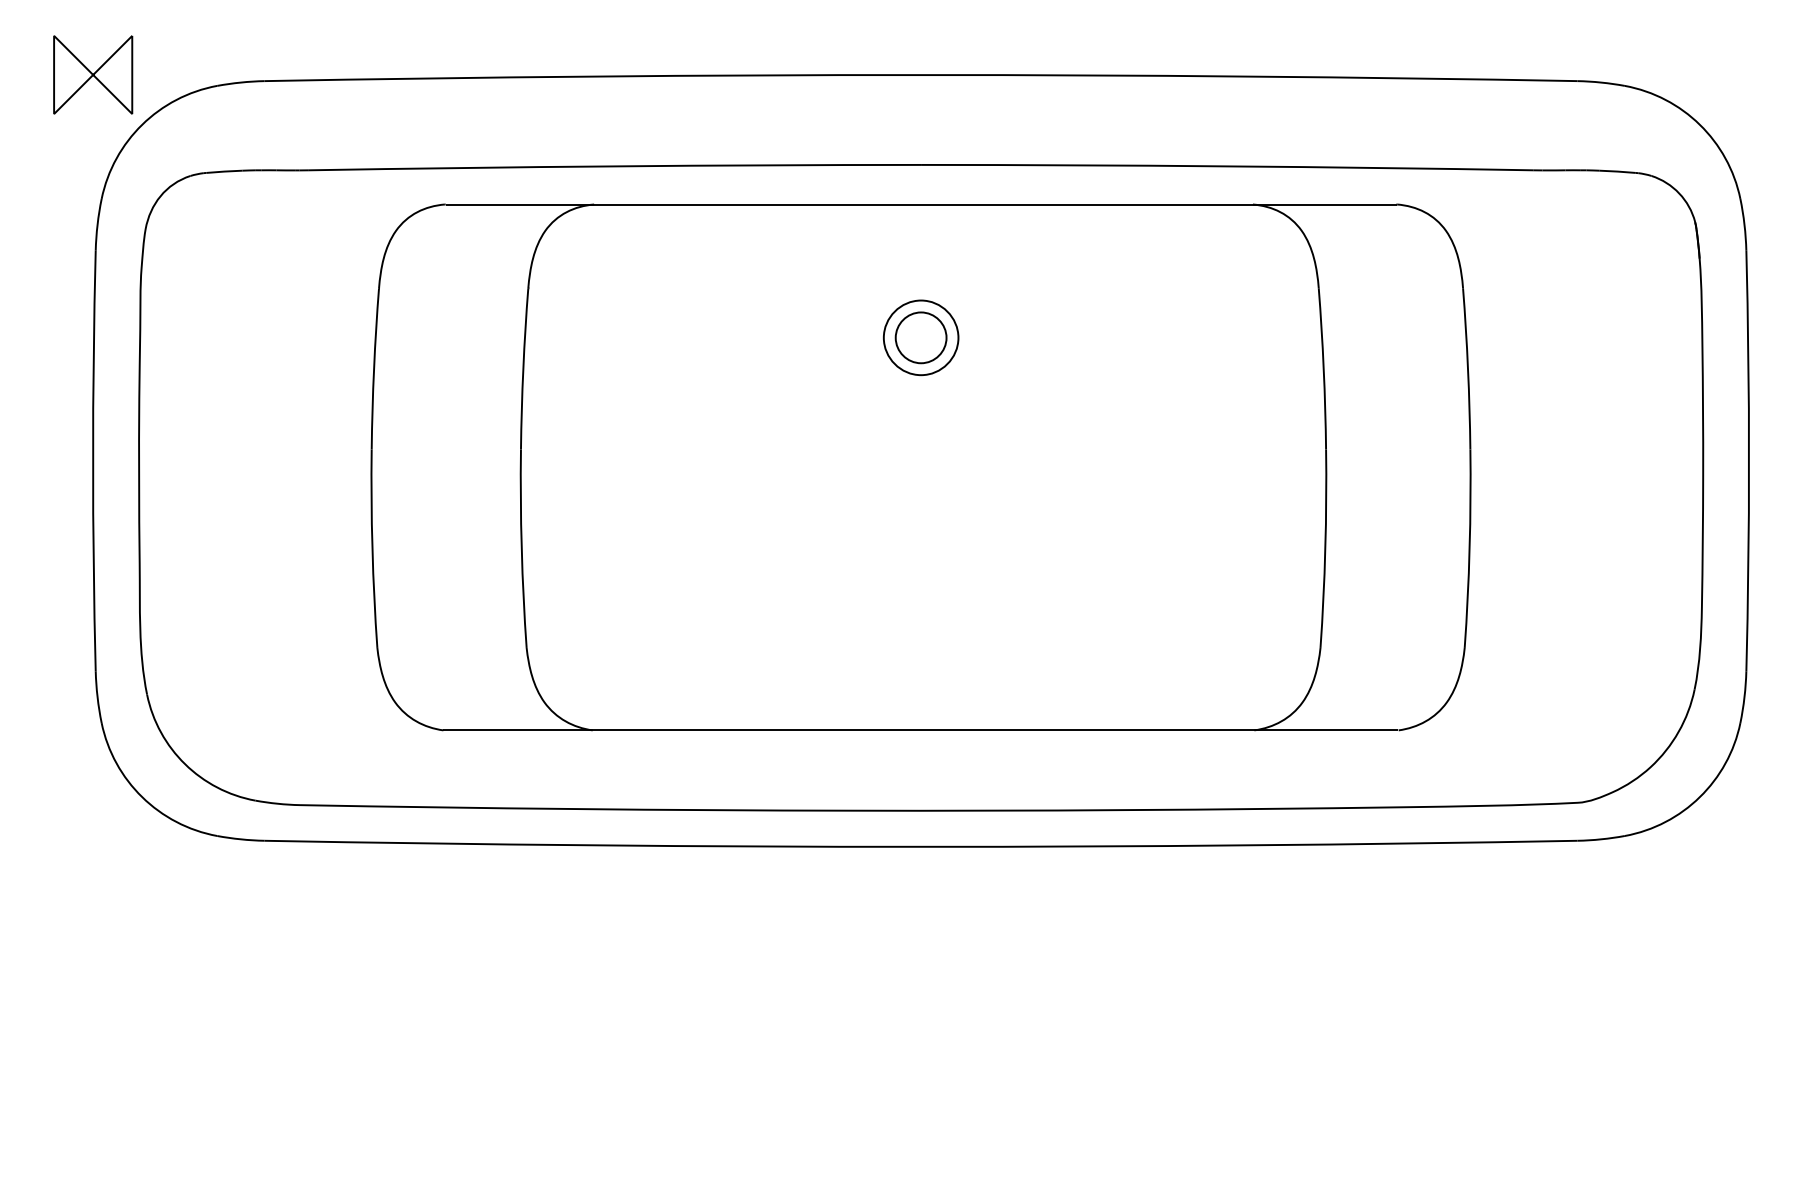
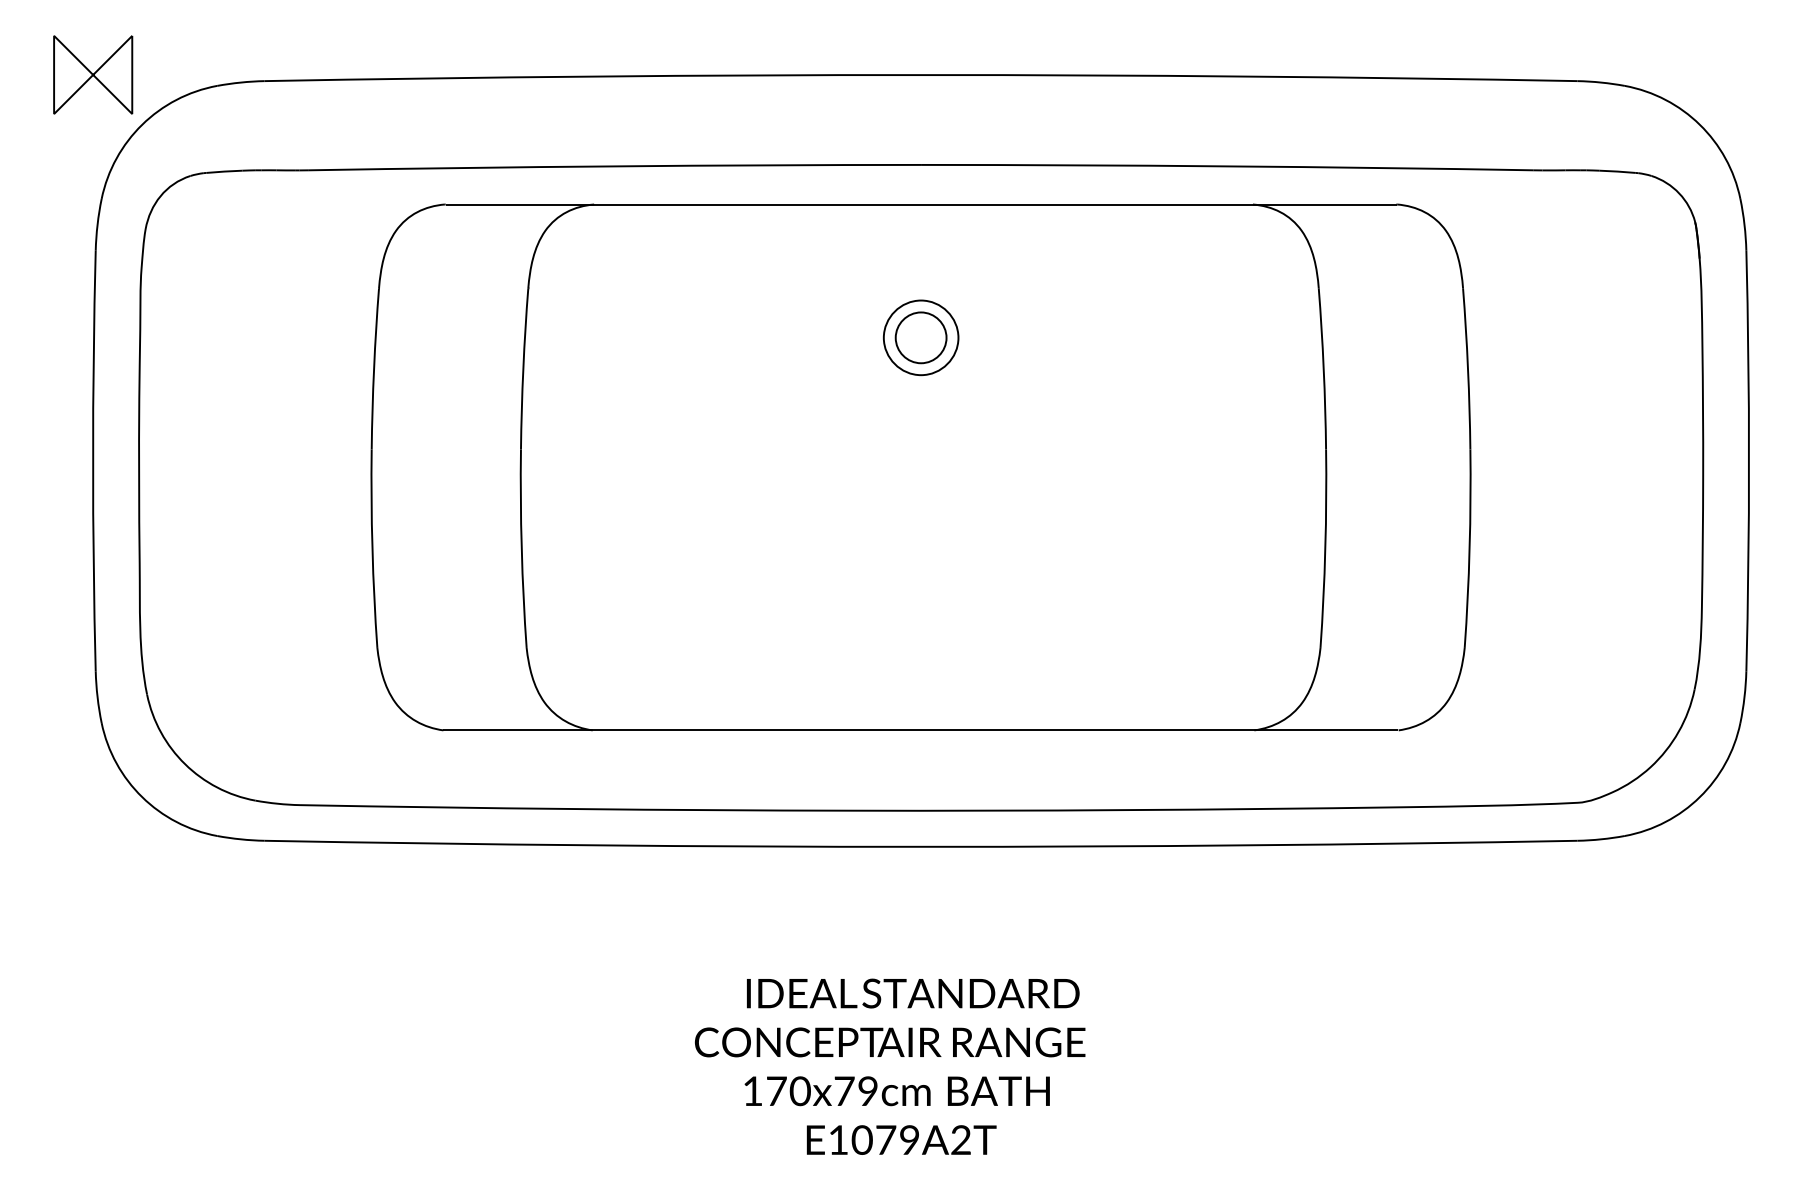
part at (881, 1056): none -> present
